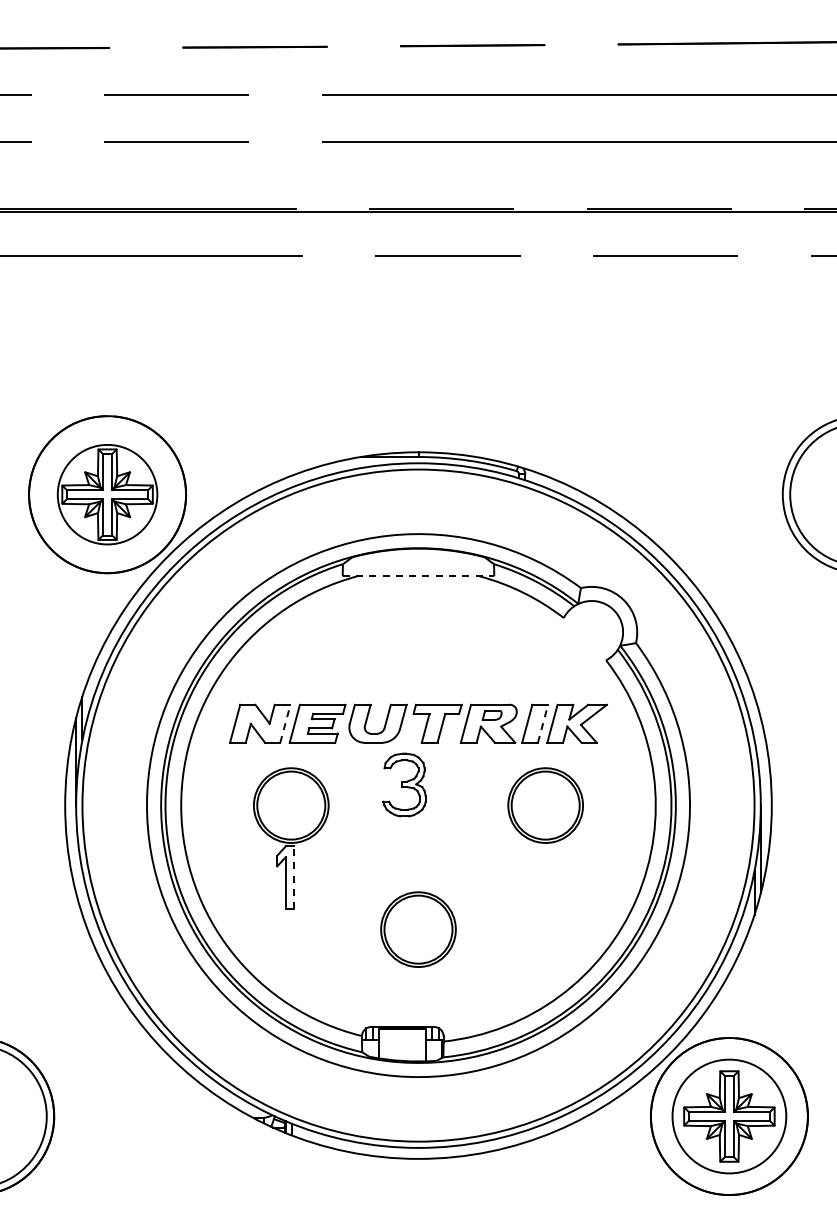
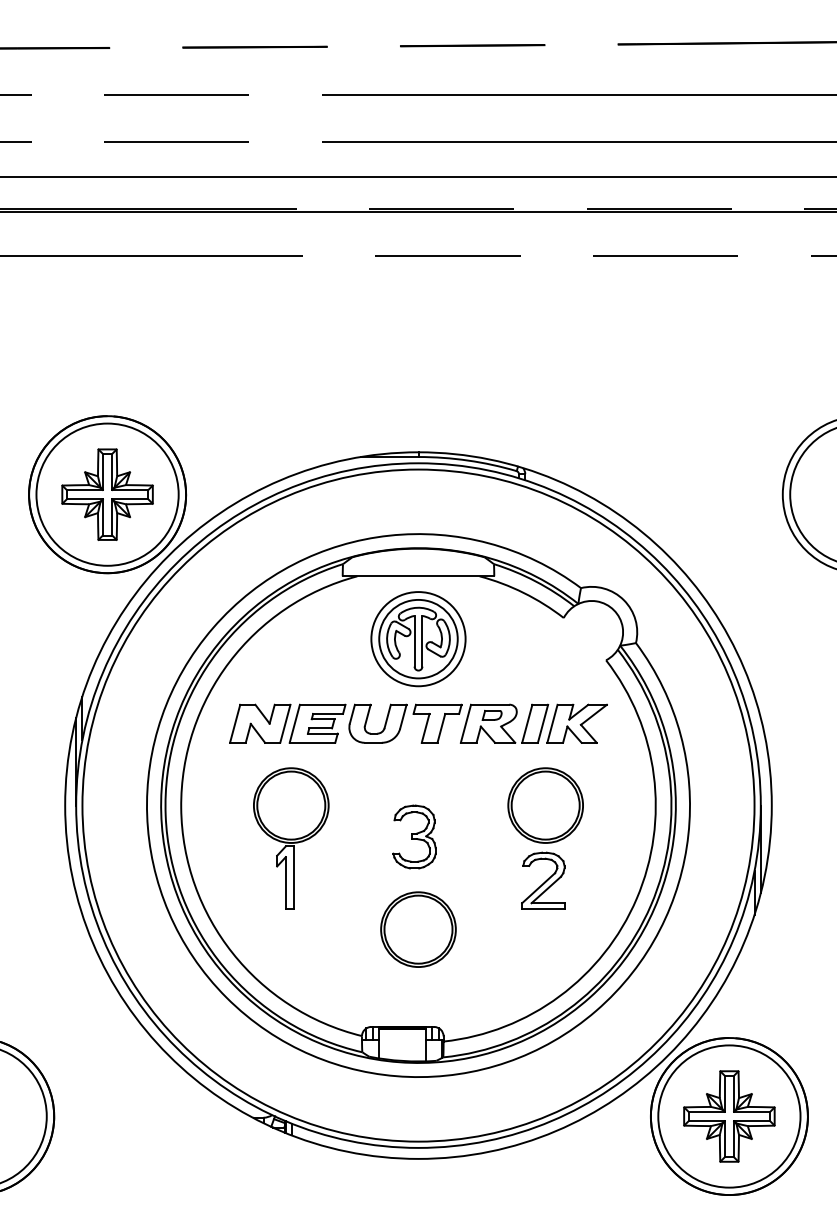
line at (417, 177): none -> present
circle at (107, 494) diameter: 100 px -> 142 px
line at (418, 576): dashed -> solid
part at (418, 639): none -> present
line at (285, 723): dashed -> solid
line at (543, 723): dashed -> solid
part at (404, 784) position: (404, 784) -> (414, 836)
line at (294, 877): dashed -> solid
part at (543, 880): none -> present
circle at (729, 1116) diameter: 114 px -> 142 px
